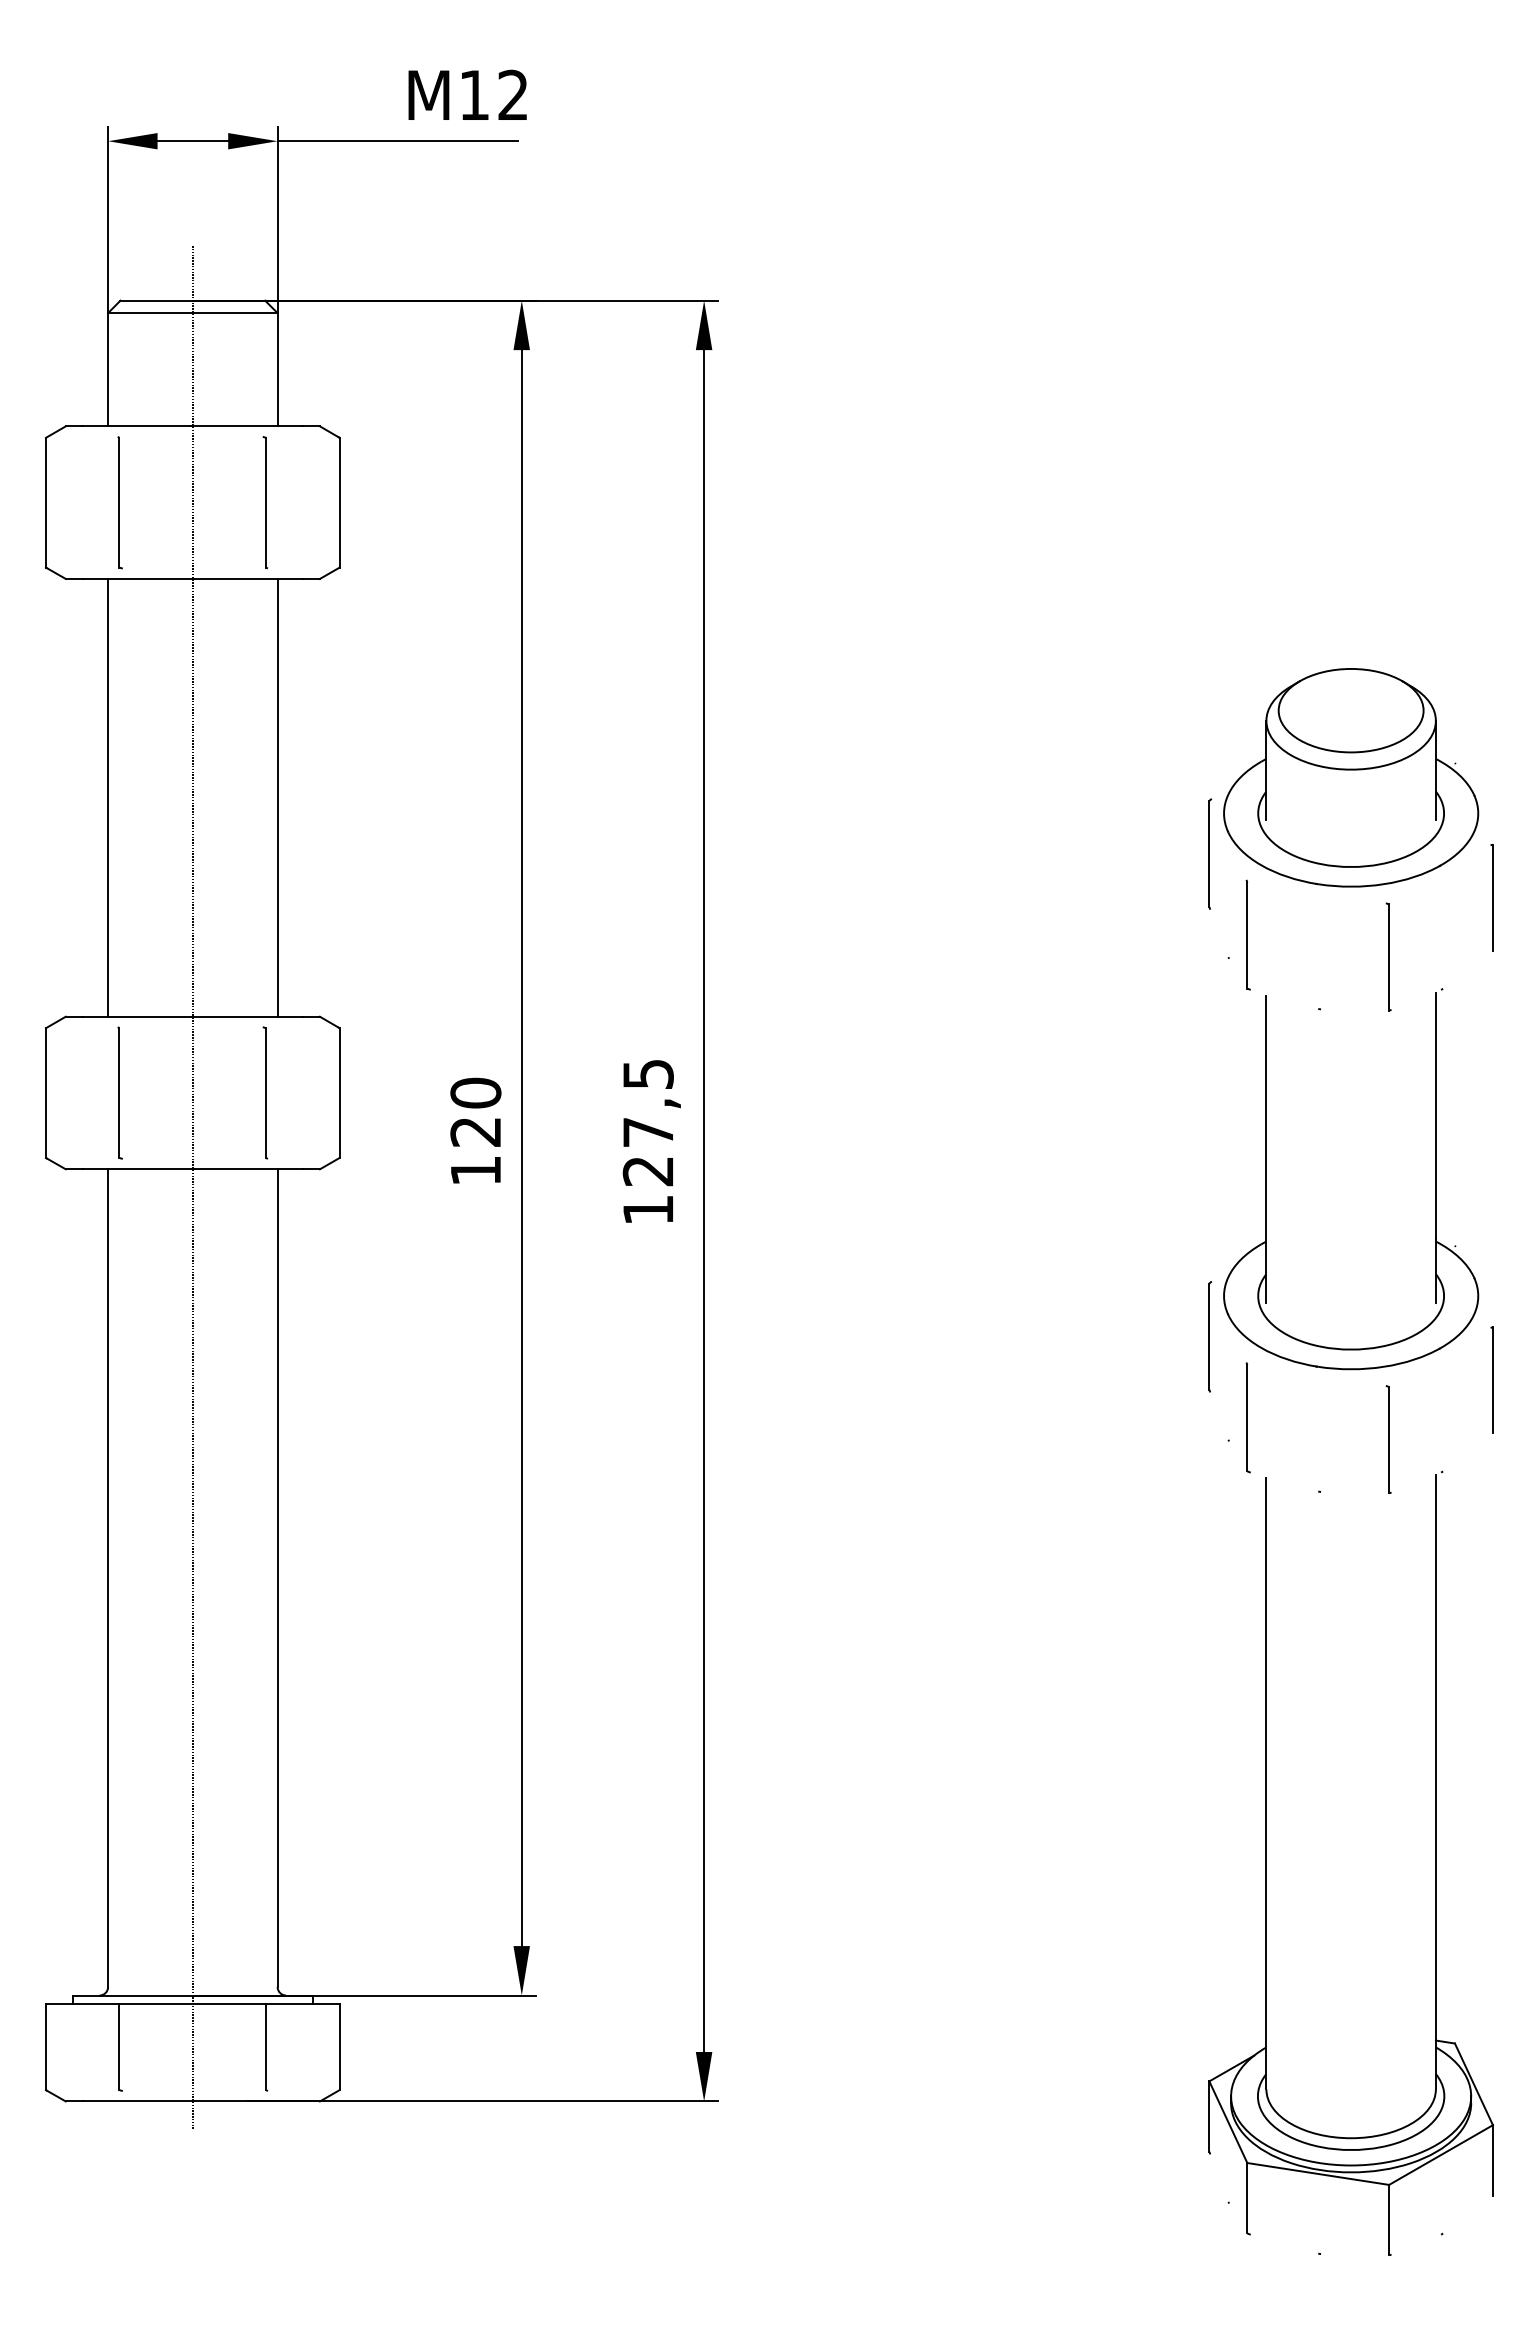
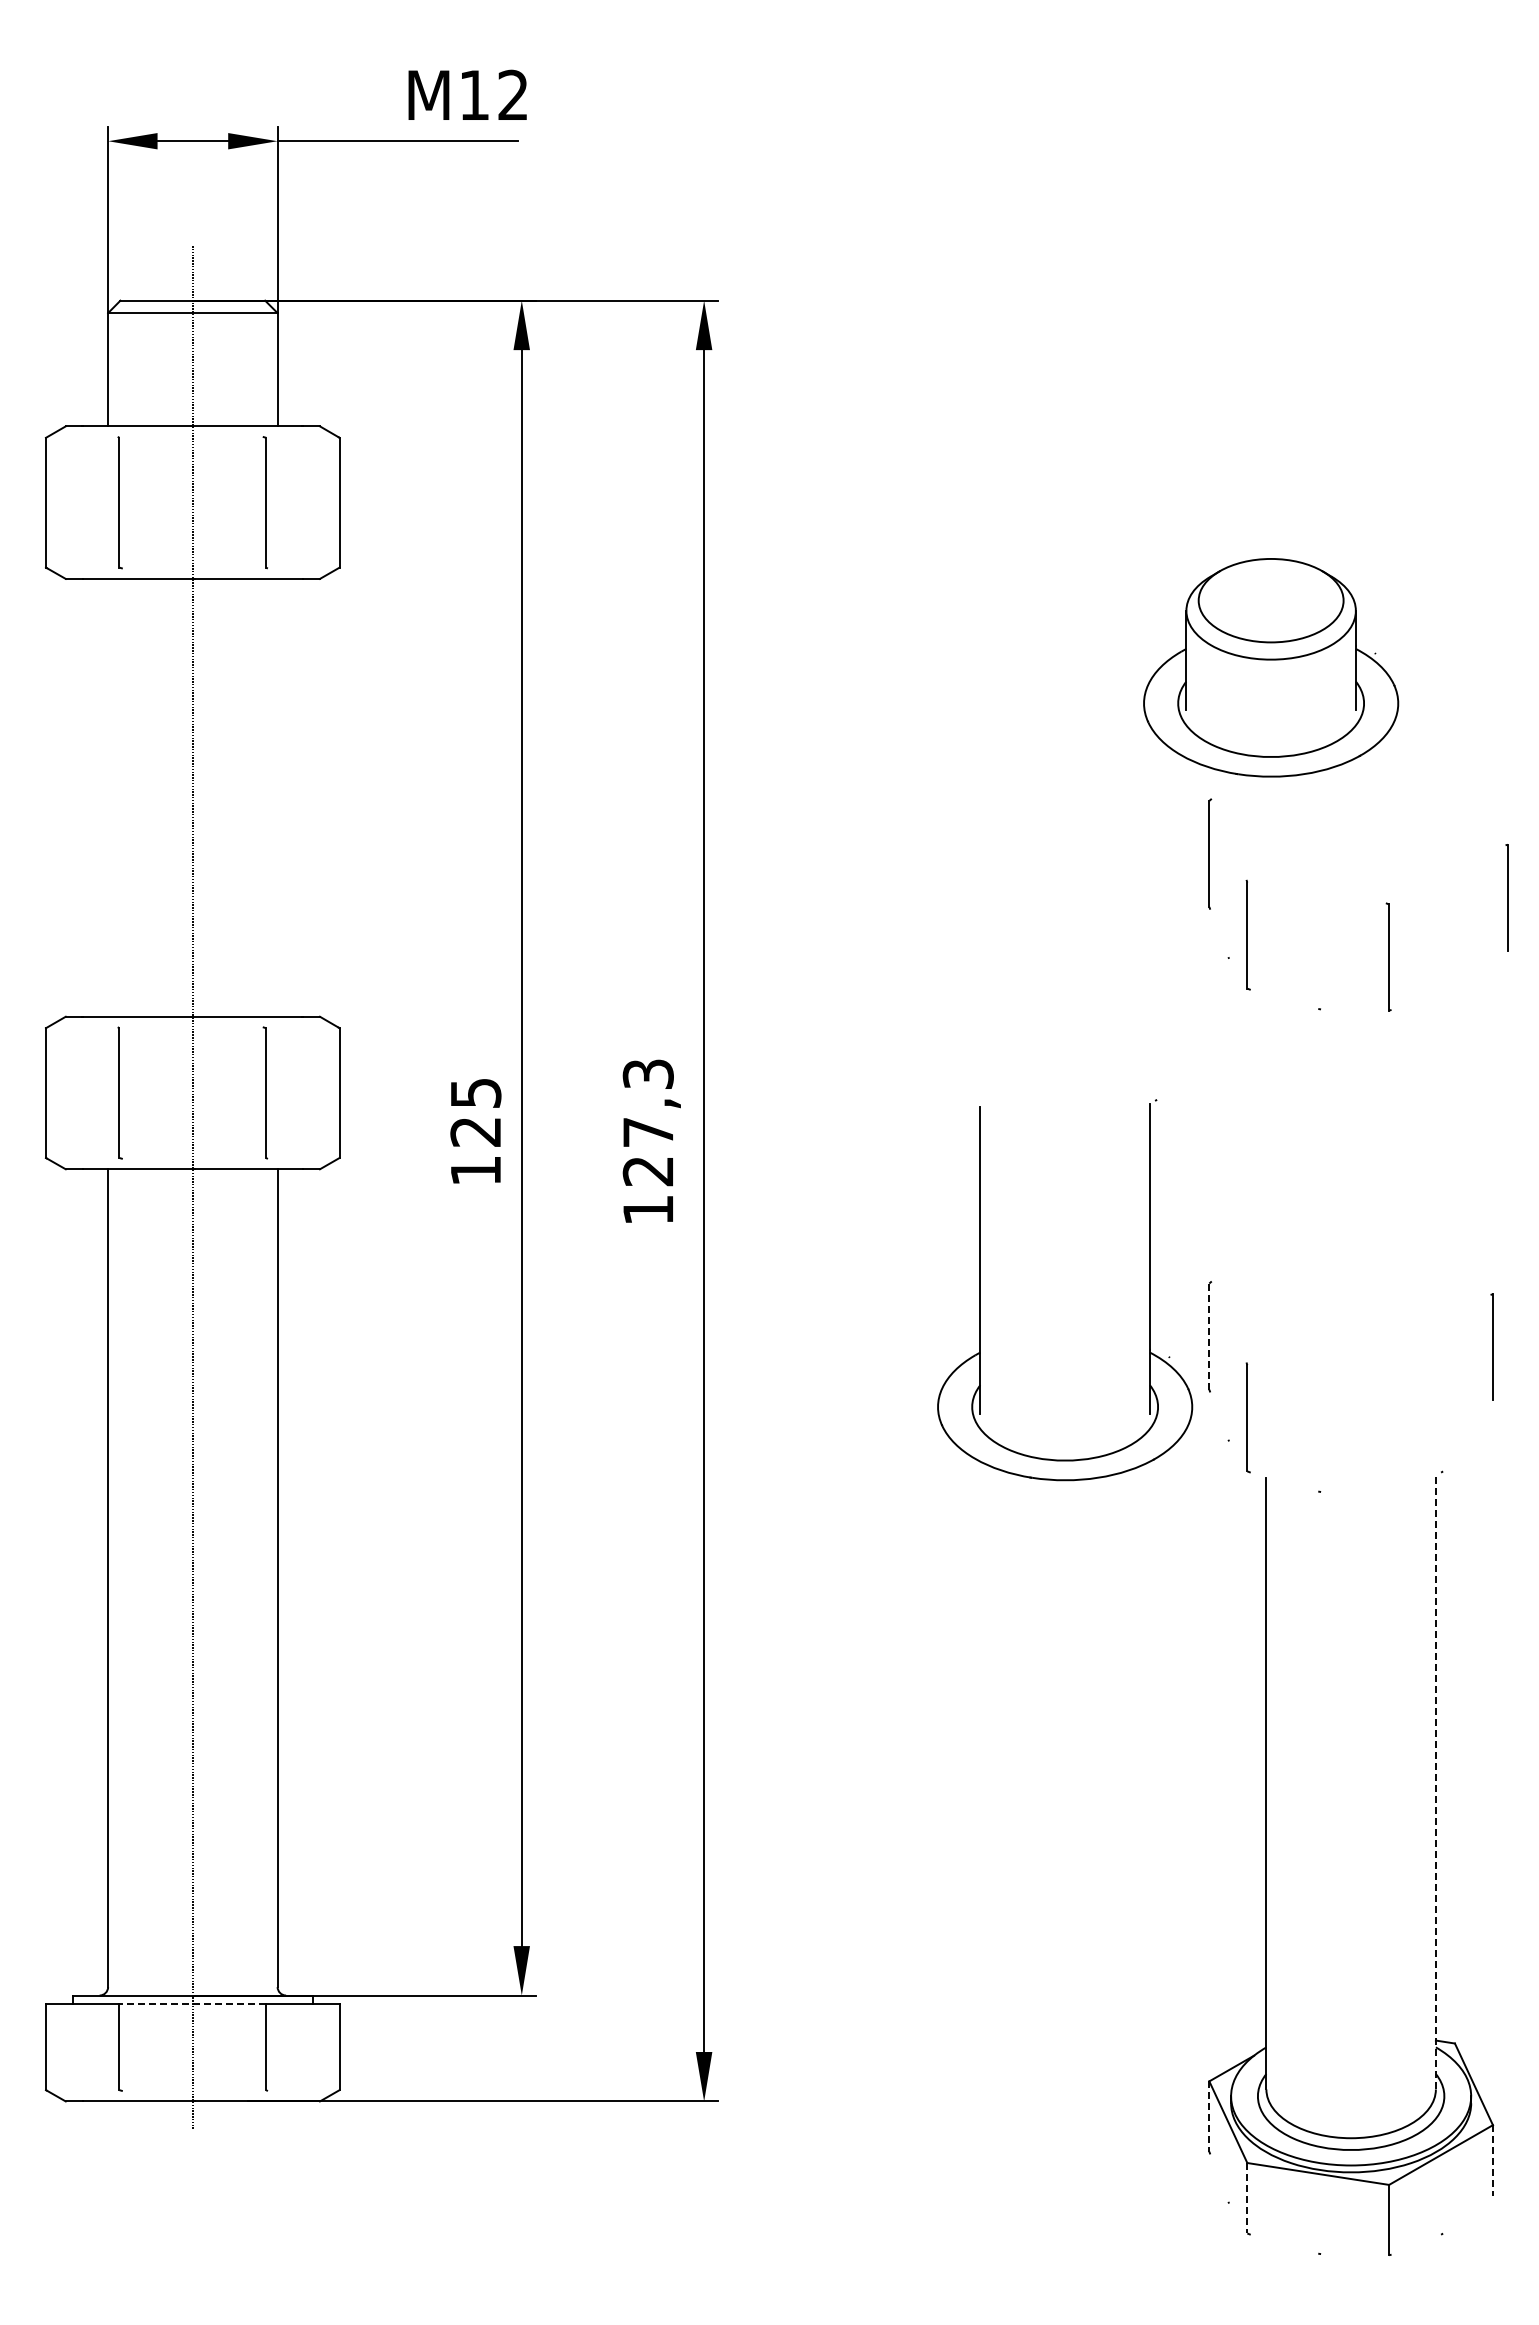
part at (1351, 777) position: (1351, 777) -> (1271, 667)
line at (108, 797): present -> none
line at (277, 797): present -> none
part at (1491, 897) position: (1491, 897) -> (1506, 897)
text at (647, 1073): 127,5 -> 127,3
text at (475, 1092): 120 -> 125
part at (1435, 1179) position: (1435, 1179) -> (1149, 1290)
line at (1209, 1337): solid -> dashed
part at (1491, 1379) position: (1491, 1379) -> (1491, 1346)
part at (1388, 1439): present -> none
line at (1435, 1782): solid -> dashed
line at (192, 2003): solid -> dashed
line at (1209, 2117): solid -> dashed
line at (1492, 2160): solid -> dashed
line at (1247, 2198): solid -> dashed
